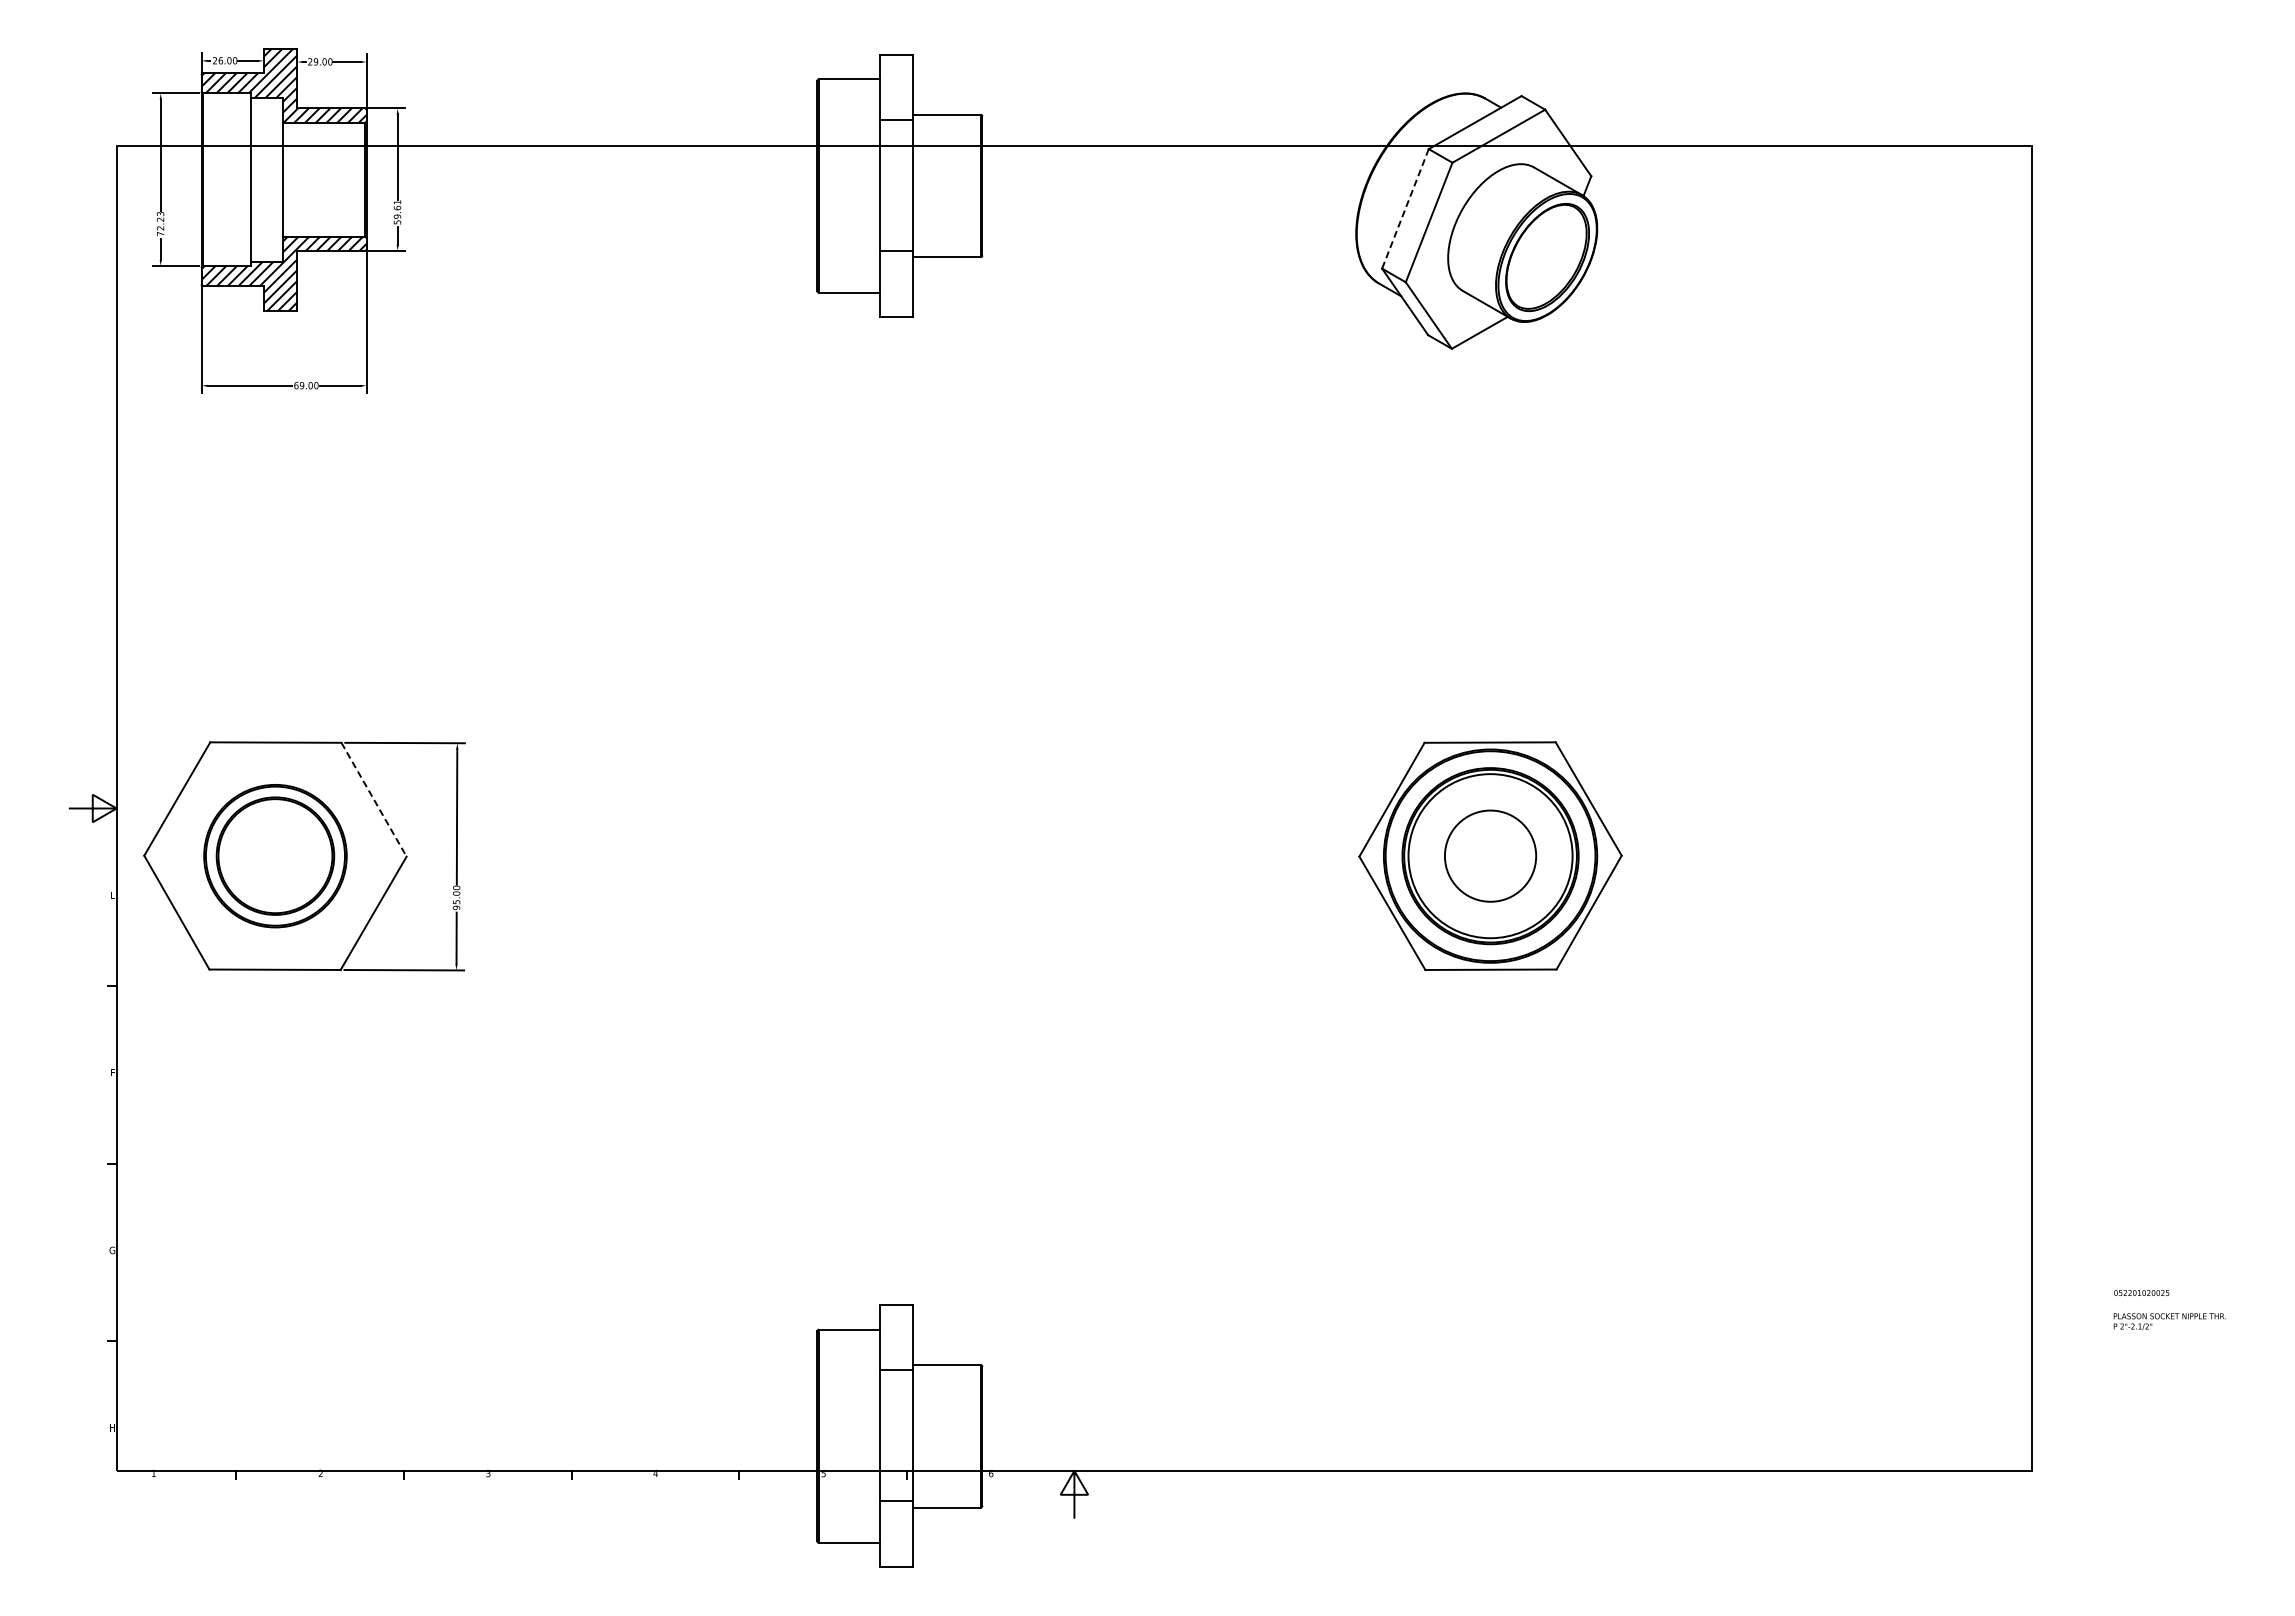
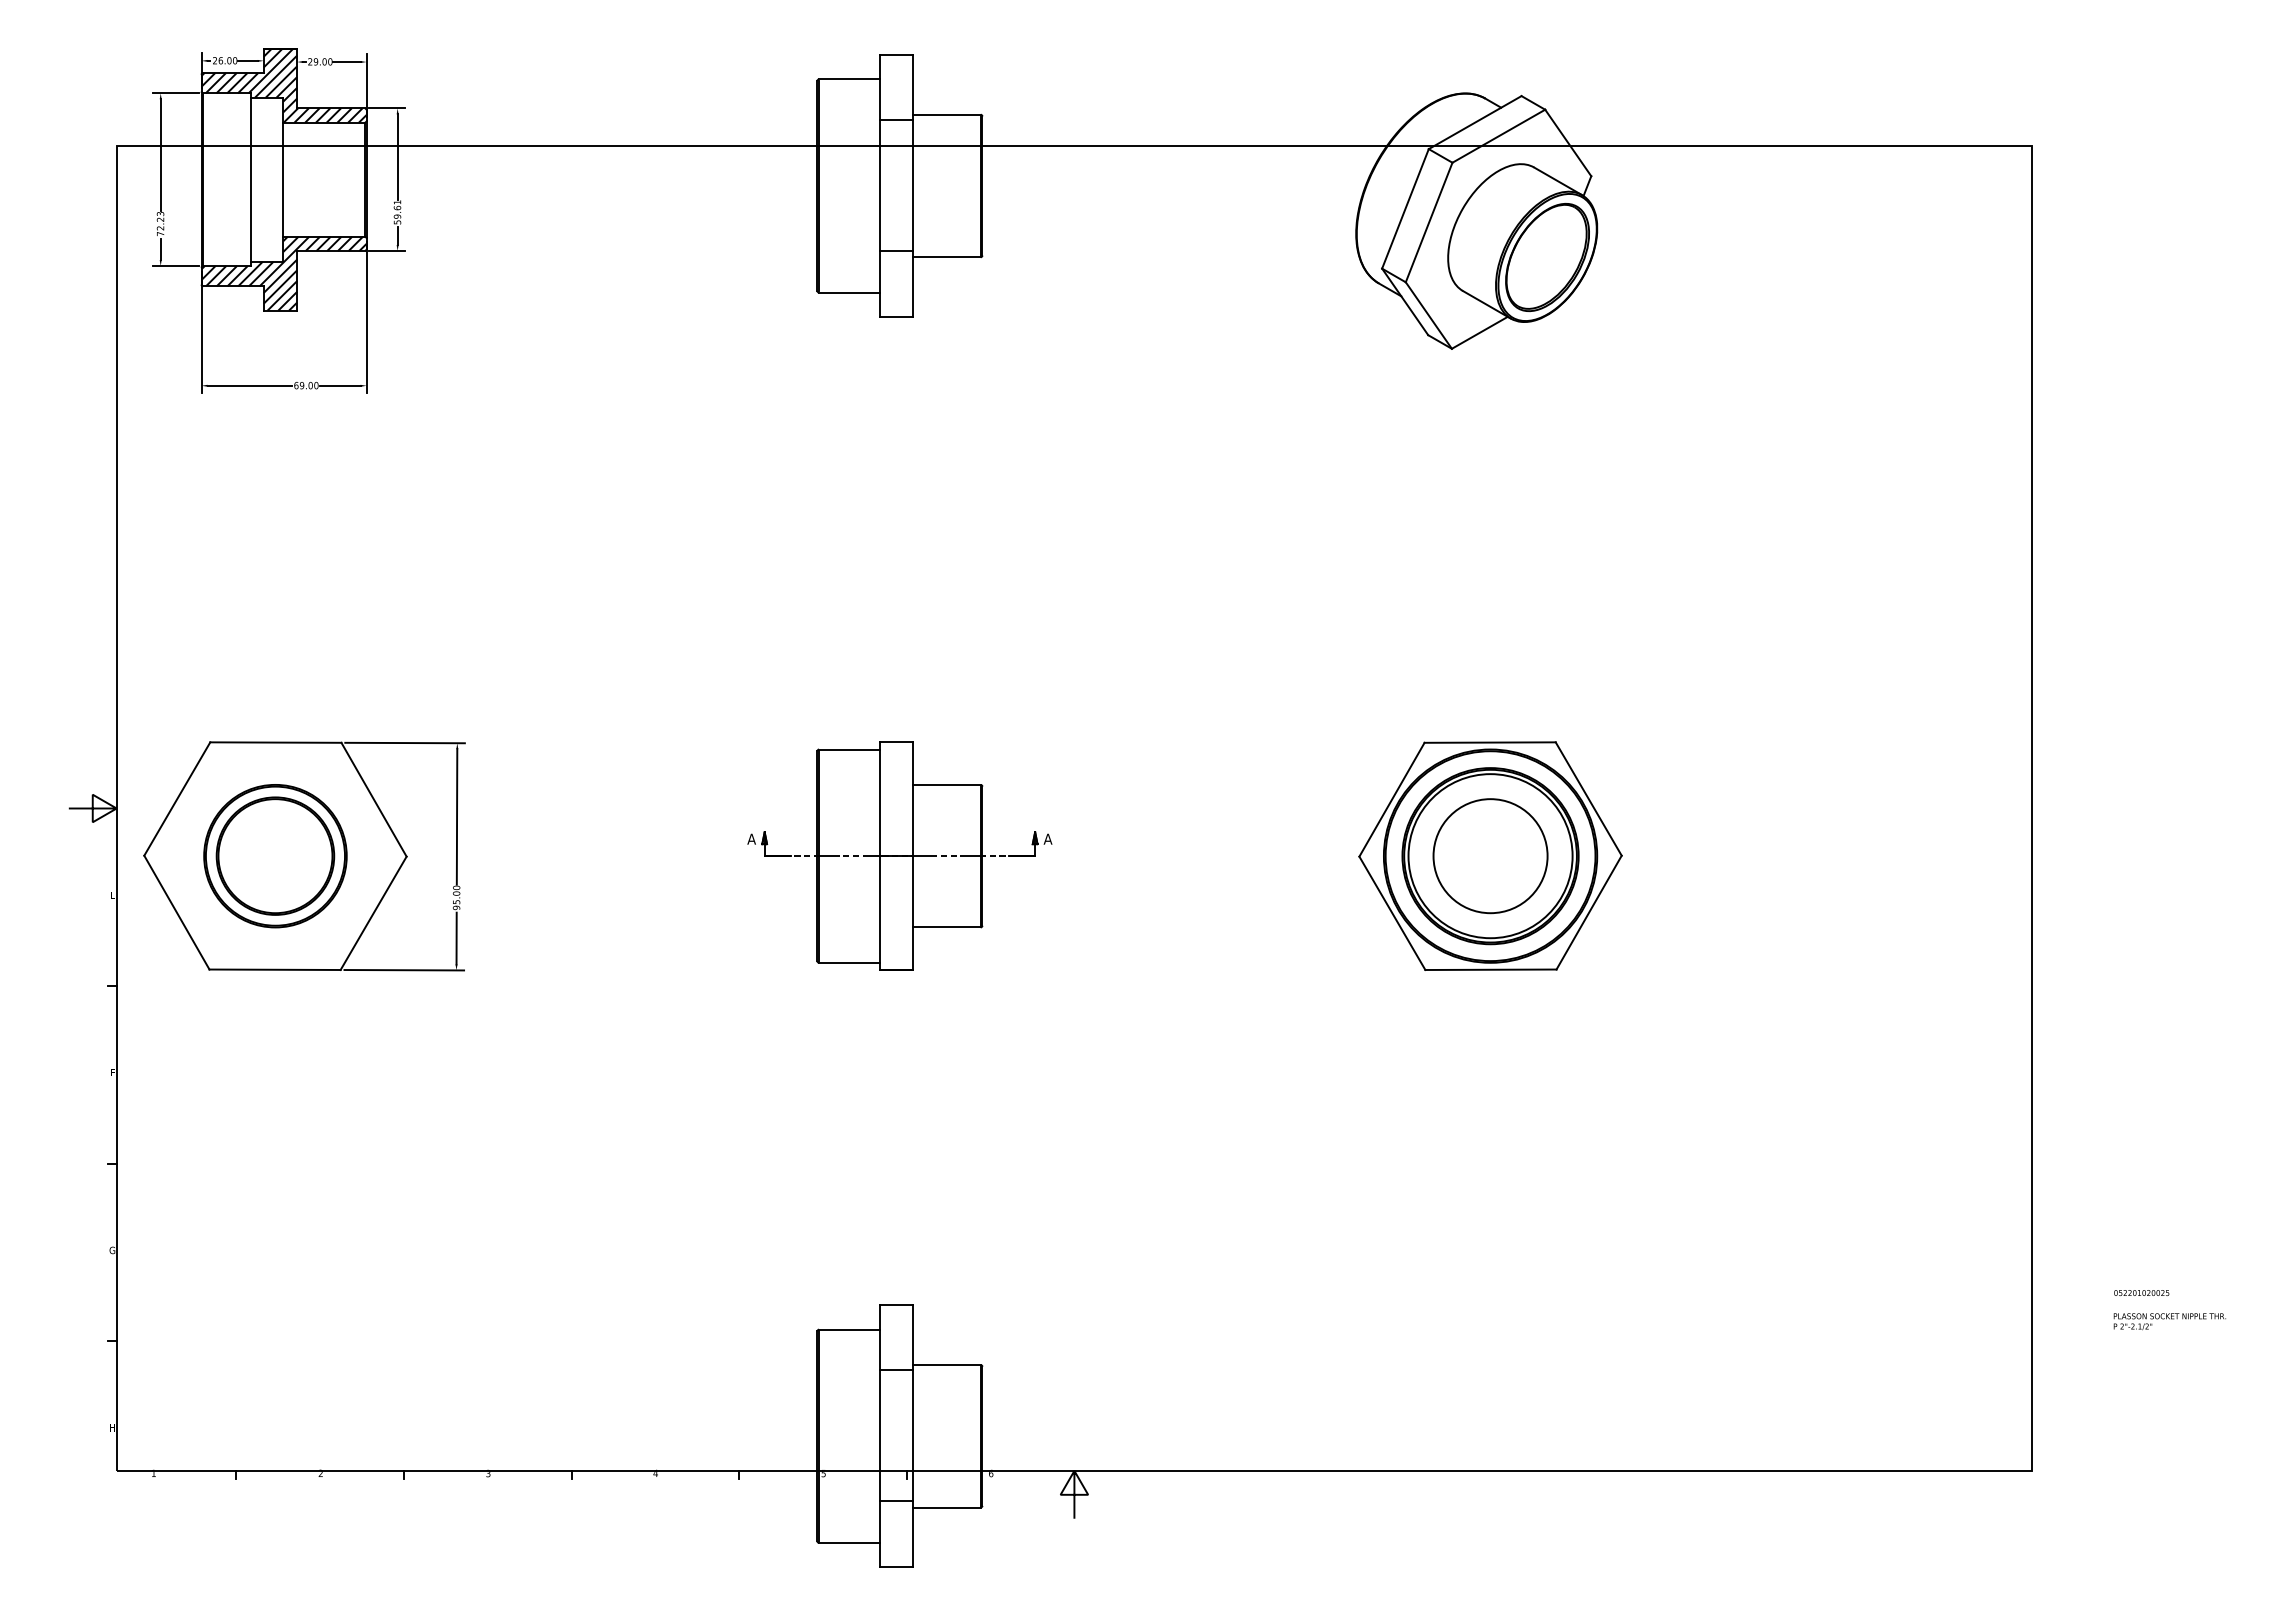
line at (1405, 209): dashed -> solid
line at (374, 799): dashed -> solid
part at (899, 855): none -> present
circle at (1490, 855) diameter: 91 px -> 114 px
